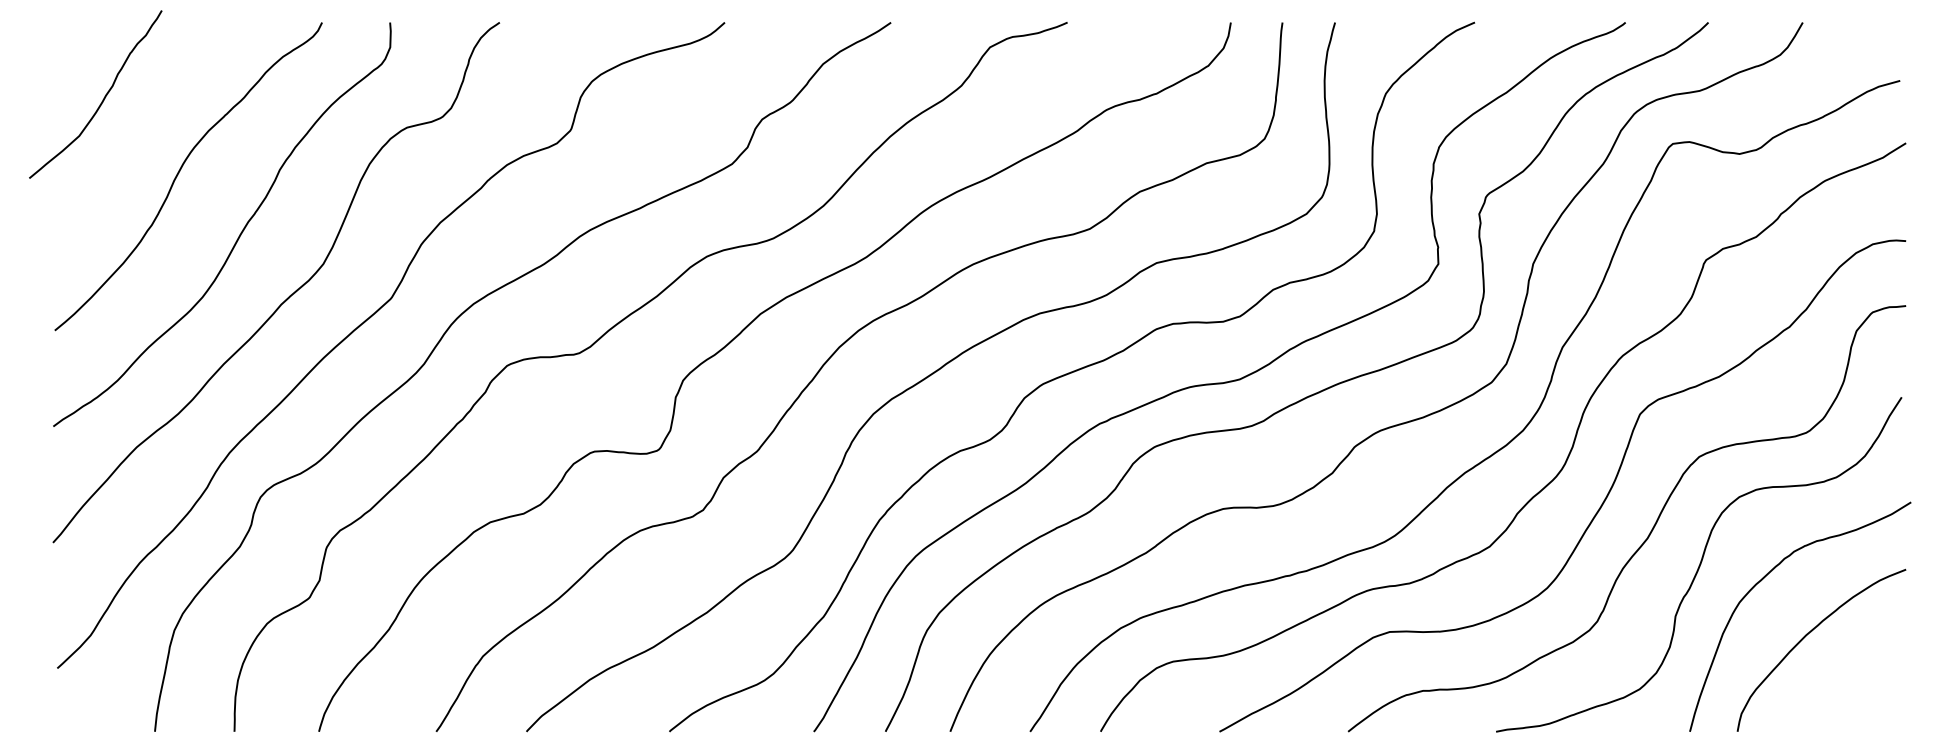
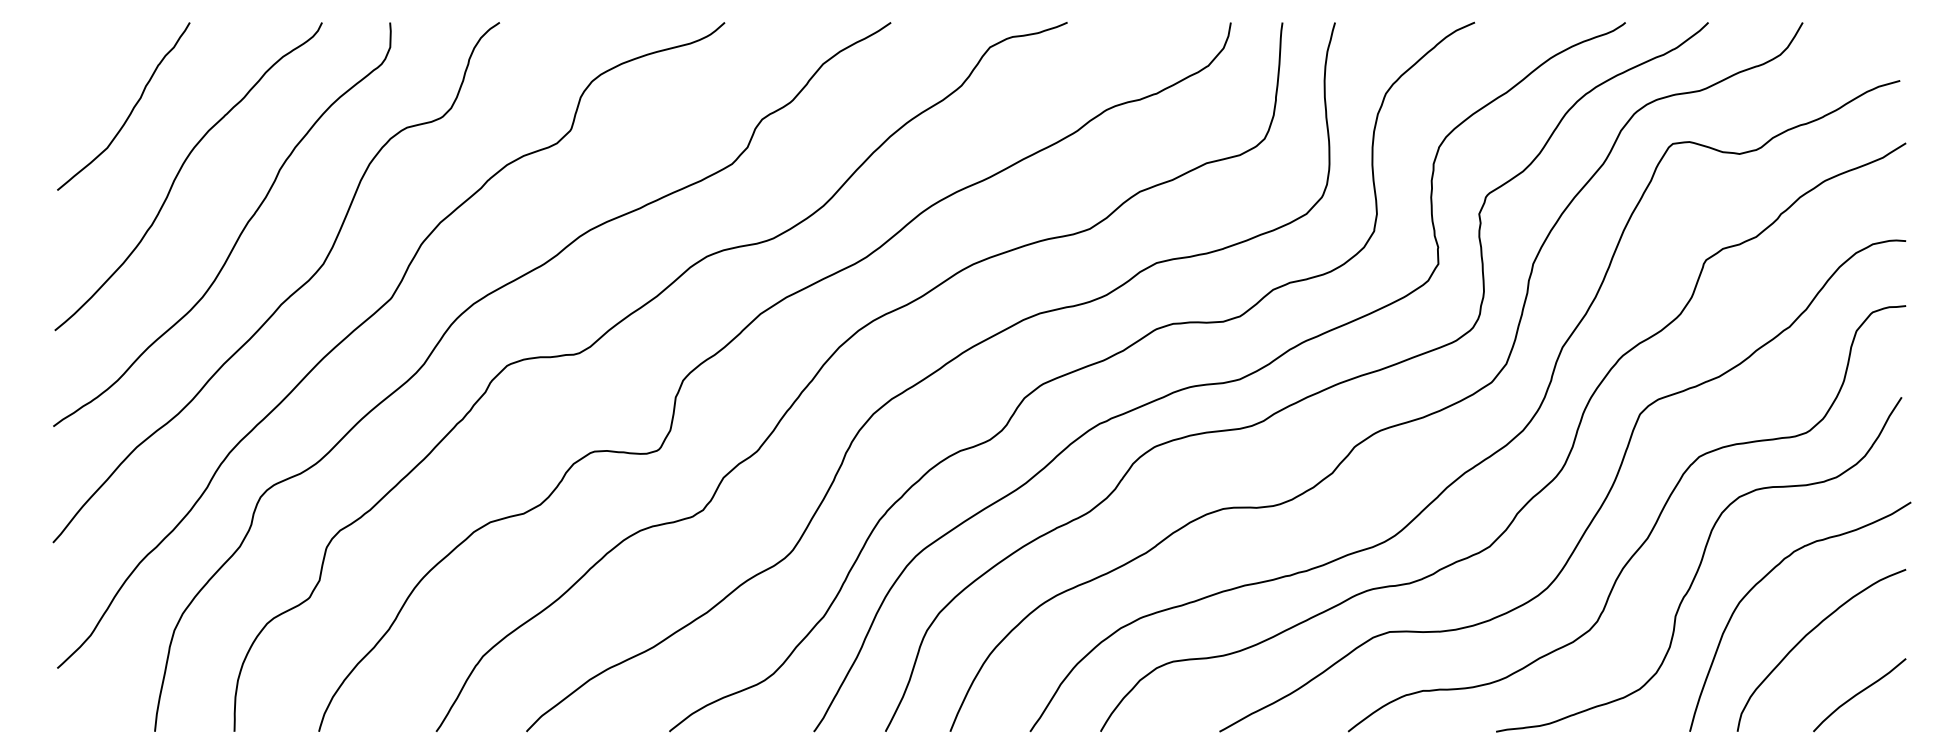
curve at (103, 97) position: (103, 97) -> (131, 109)
curve at (1858, 694): none -> present
